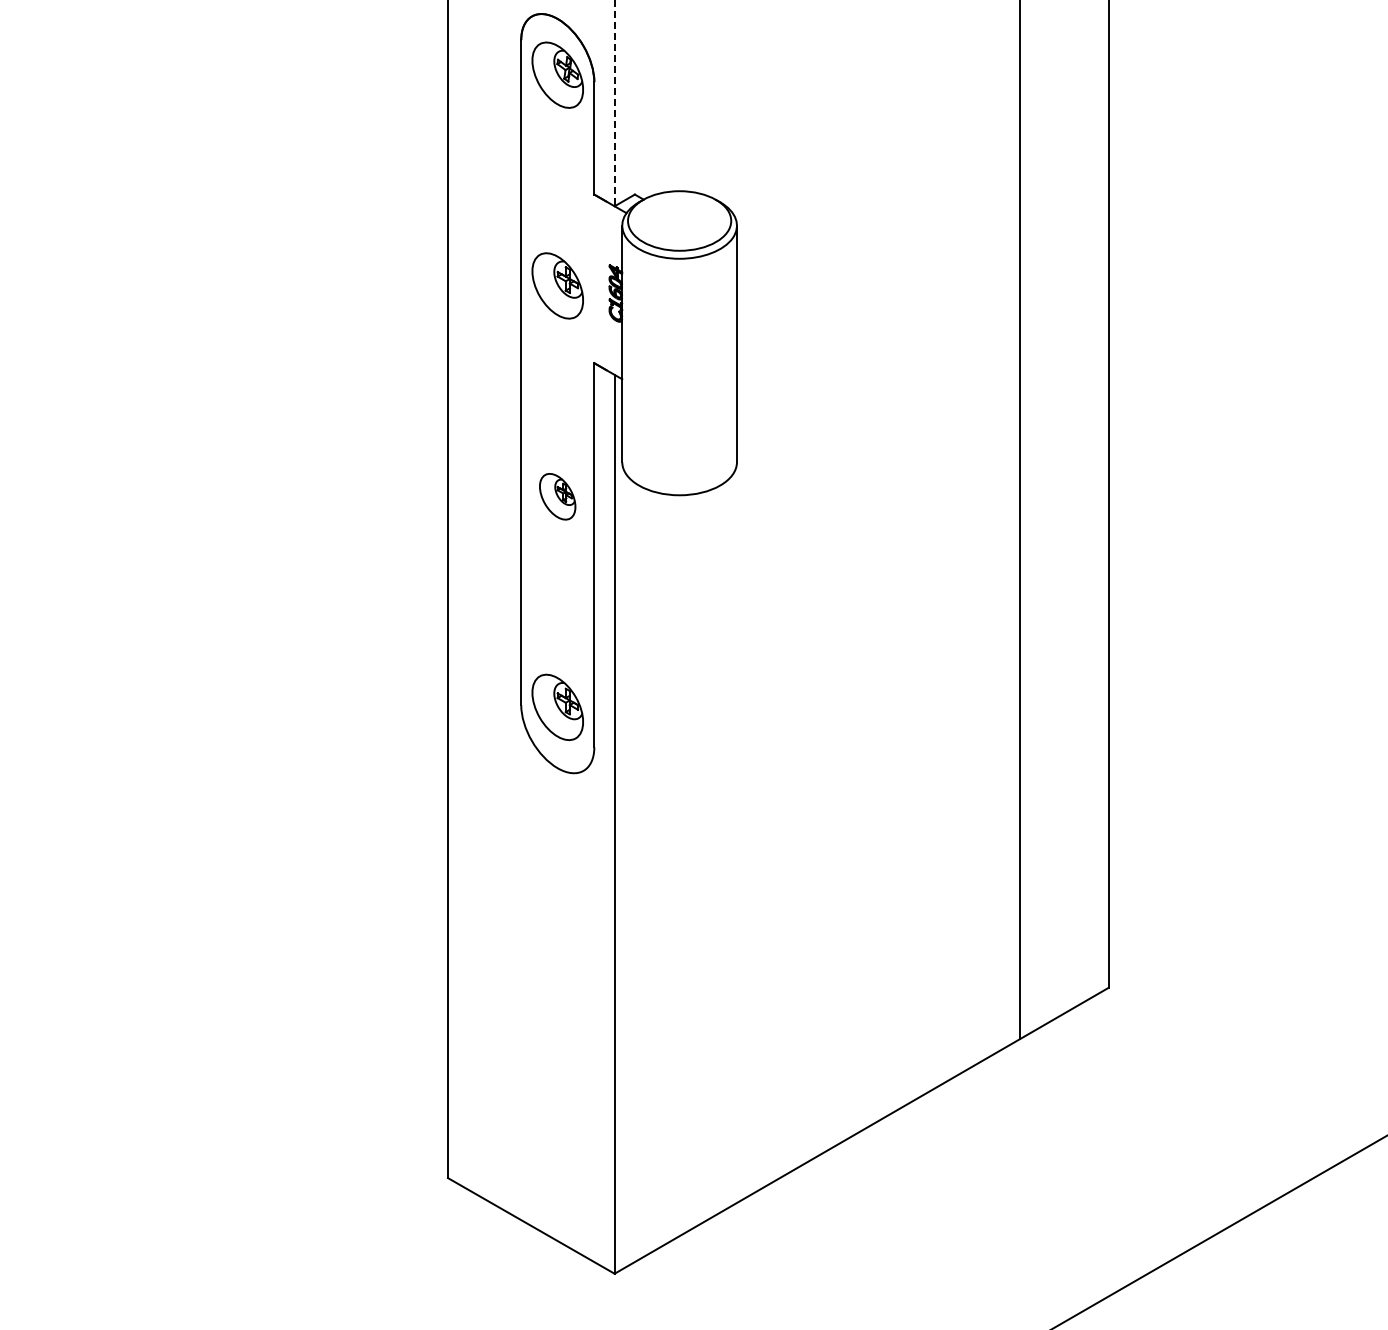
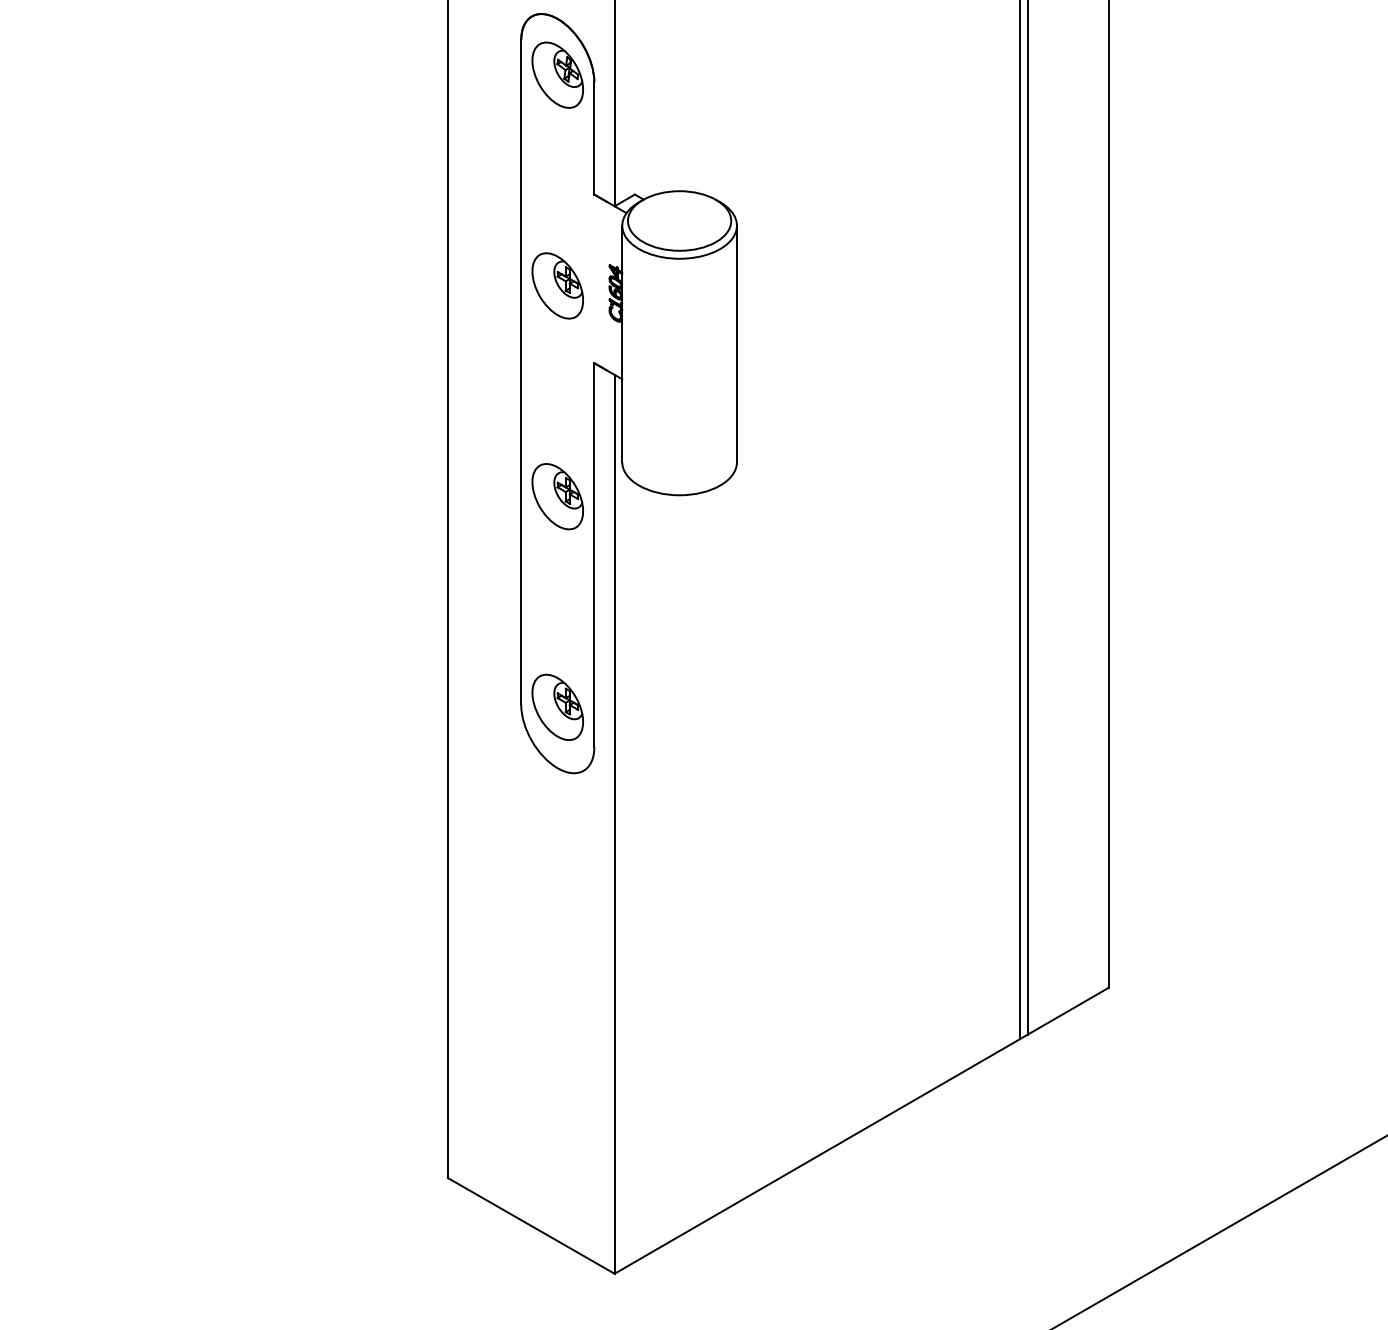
line at (614, 103): dashed -> solid
part at (557, 496) size: 38x48 px -> 53x68 px
line at (1027, 518): none -> present
